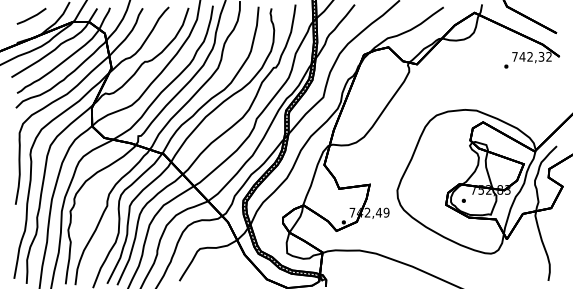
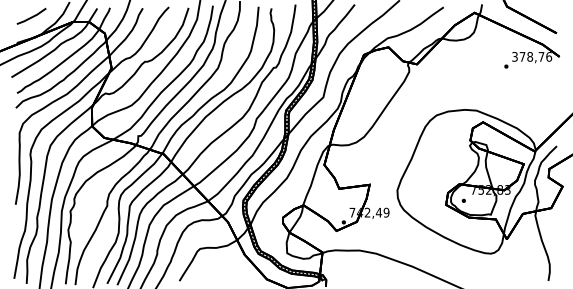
text at (532, 56): 742,32 -> 378,76
